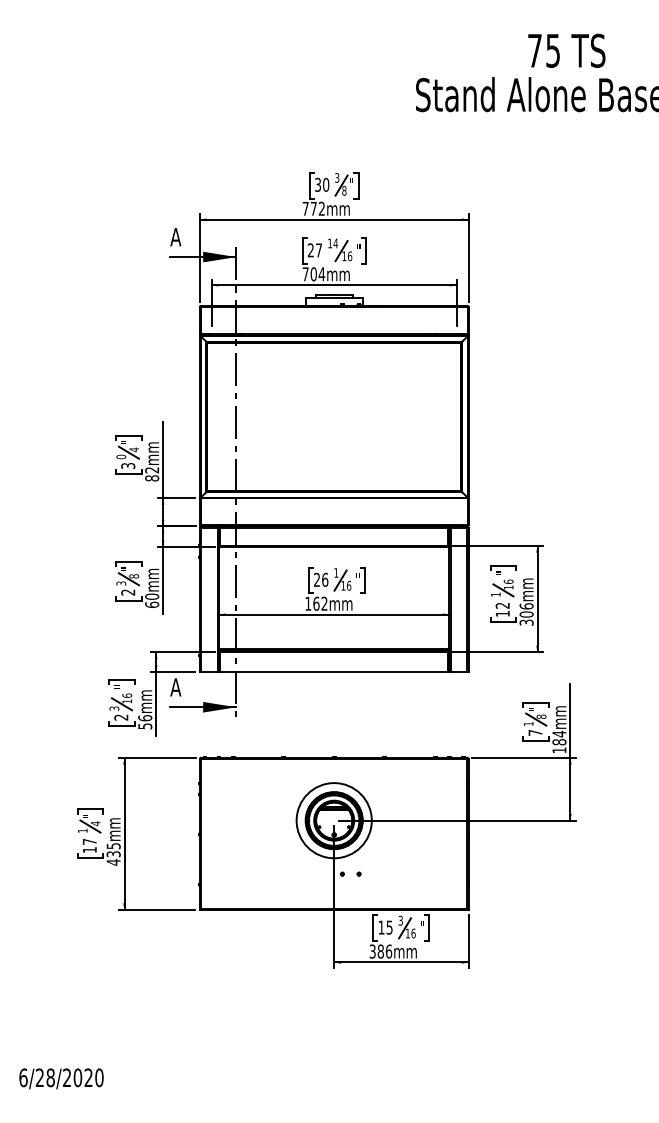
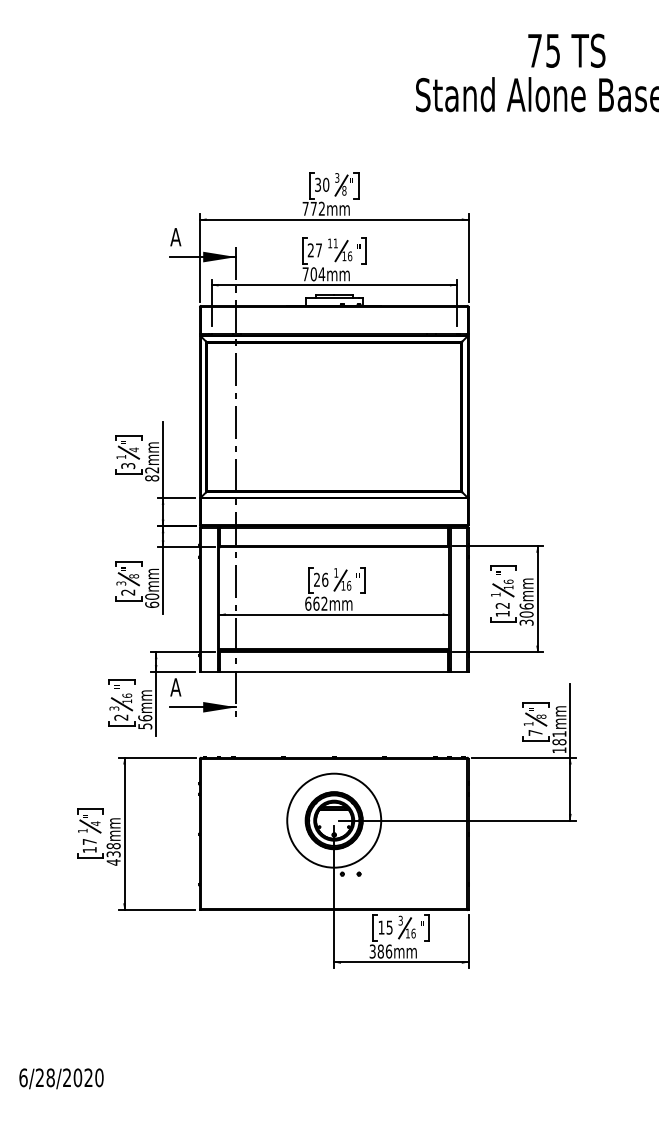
text at (335, 243): 14 -> 11
text at (121, 456): 0 -> 1
text at (308, 603): 162mm -> 662mm
text at (559, 733): 184mm -> 181mm
circle at (333, 820) diameter: 75 px -> 94 px
text at (113, 846): 435mm -> 438mm
